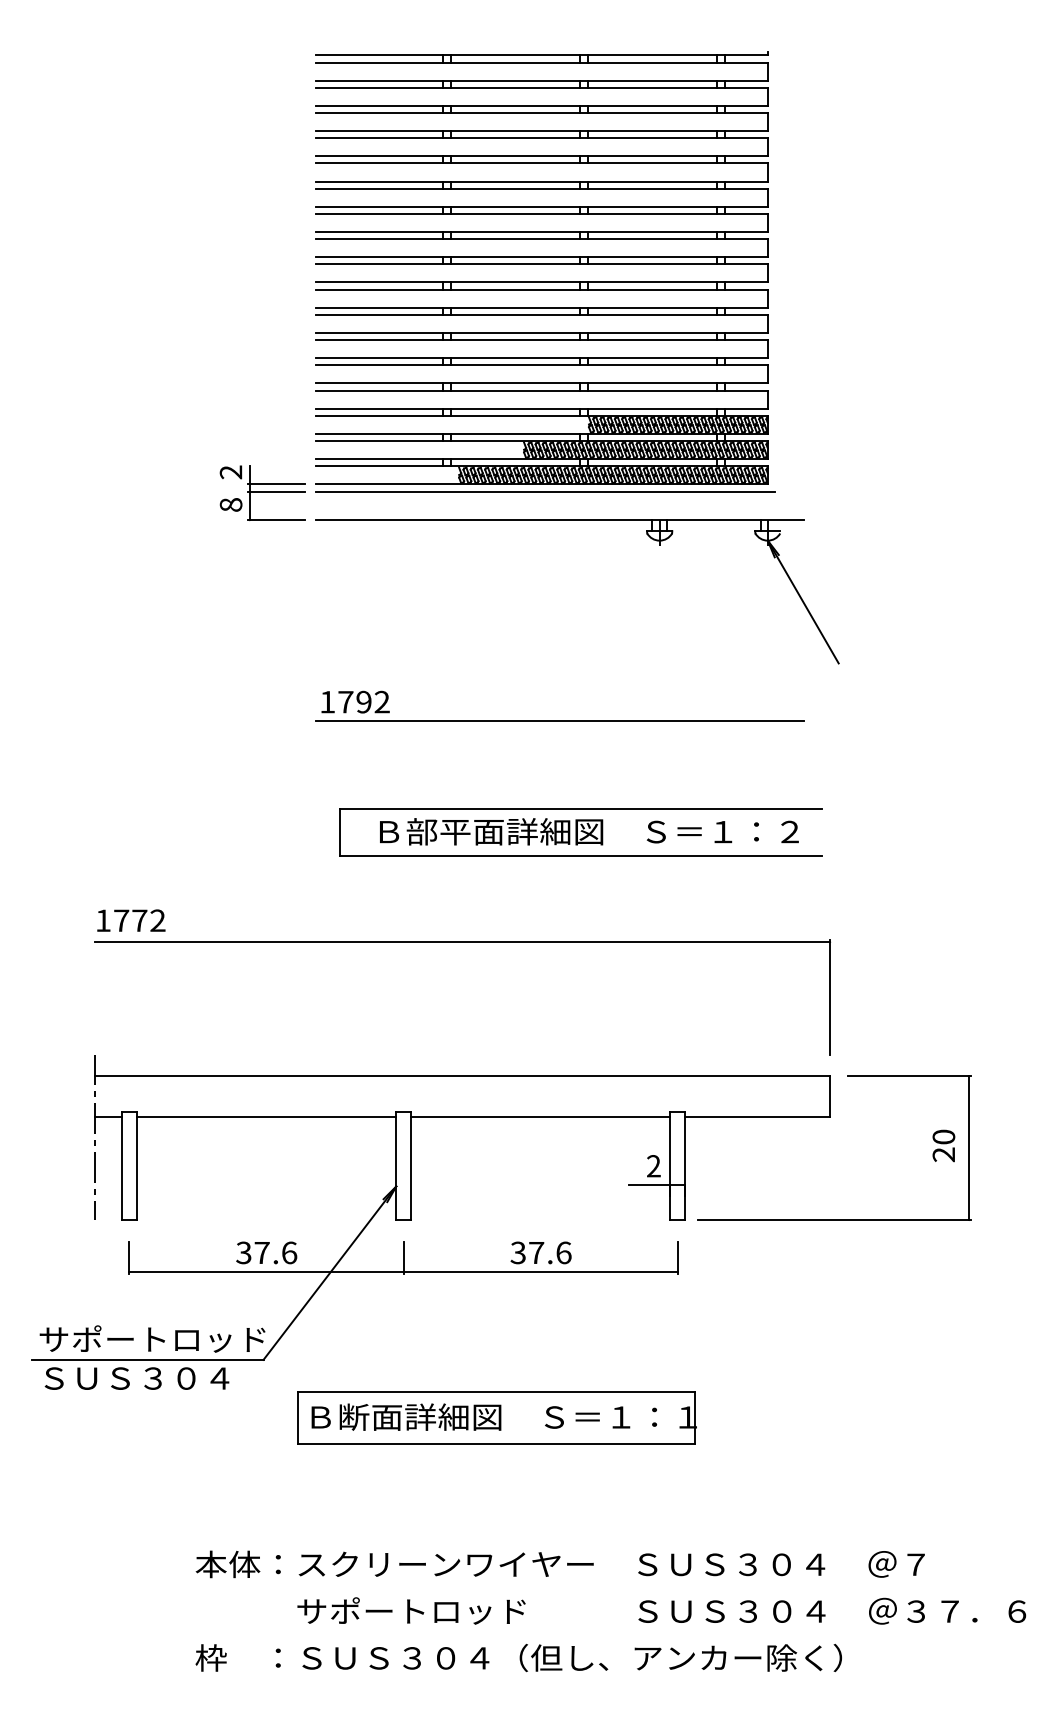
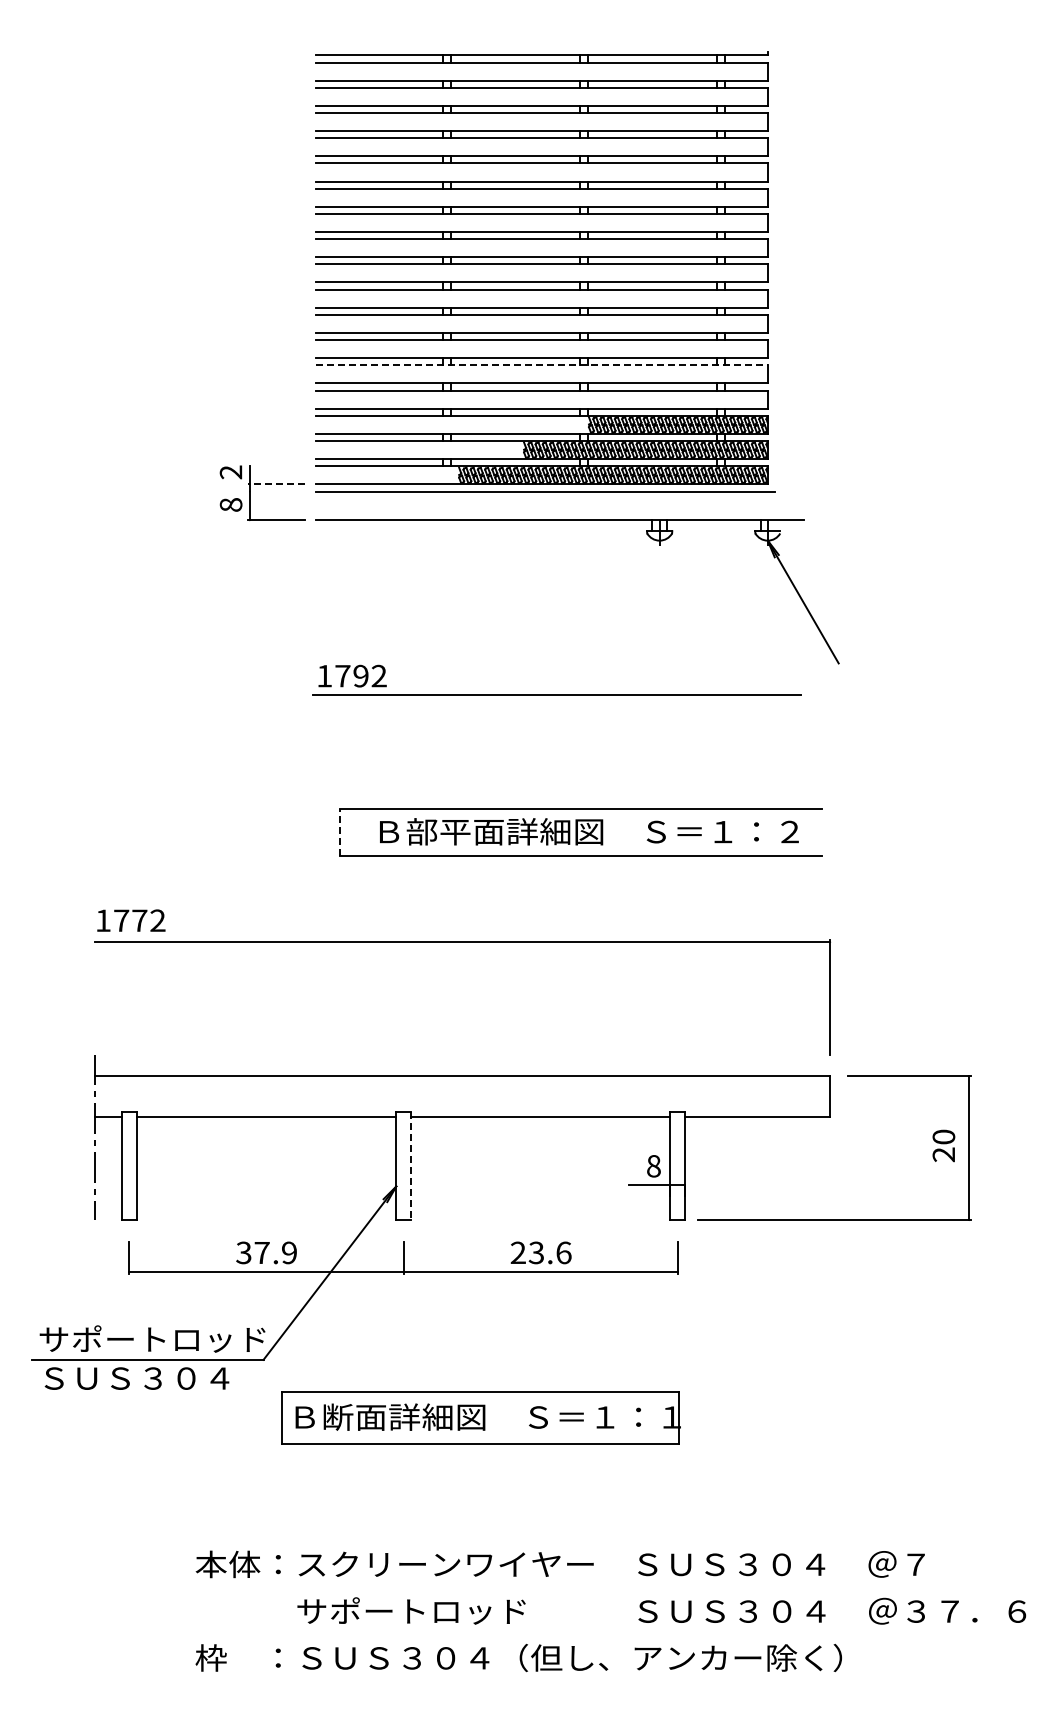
line at (542, 365): solid -> dashed
line at (276, 484): solid -> dashed
line at (275, 491): present -> none
part at (559, 720) position: (559, 720) -> (556, 694)
line at (340, 832): solid -> dashed
line at (410, 1166): solid -> dashed
text at (653, 1166): 2 -> 8
text at (289, 1252): 37.6 -> 37.9
text at (527, 1252): 37.6 -> 23.6
part at (496, 1417) position: (496, 1417) -> (480, 1417)
